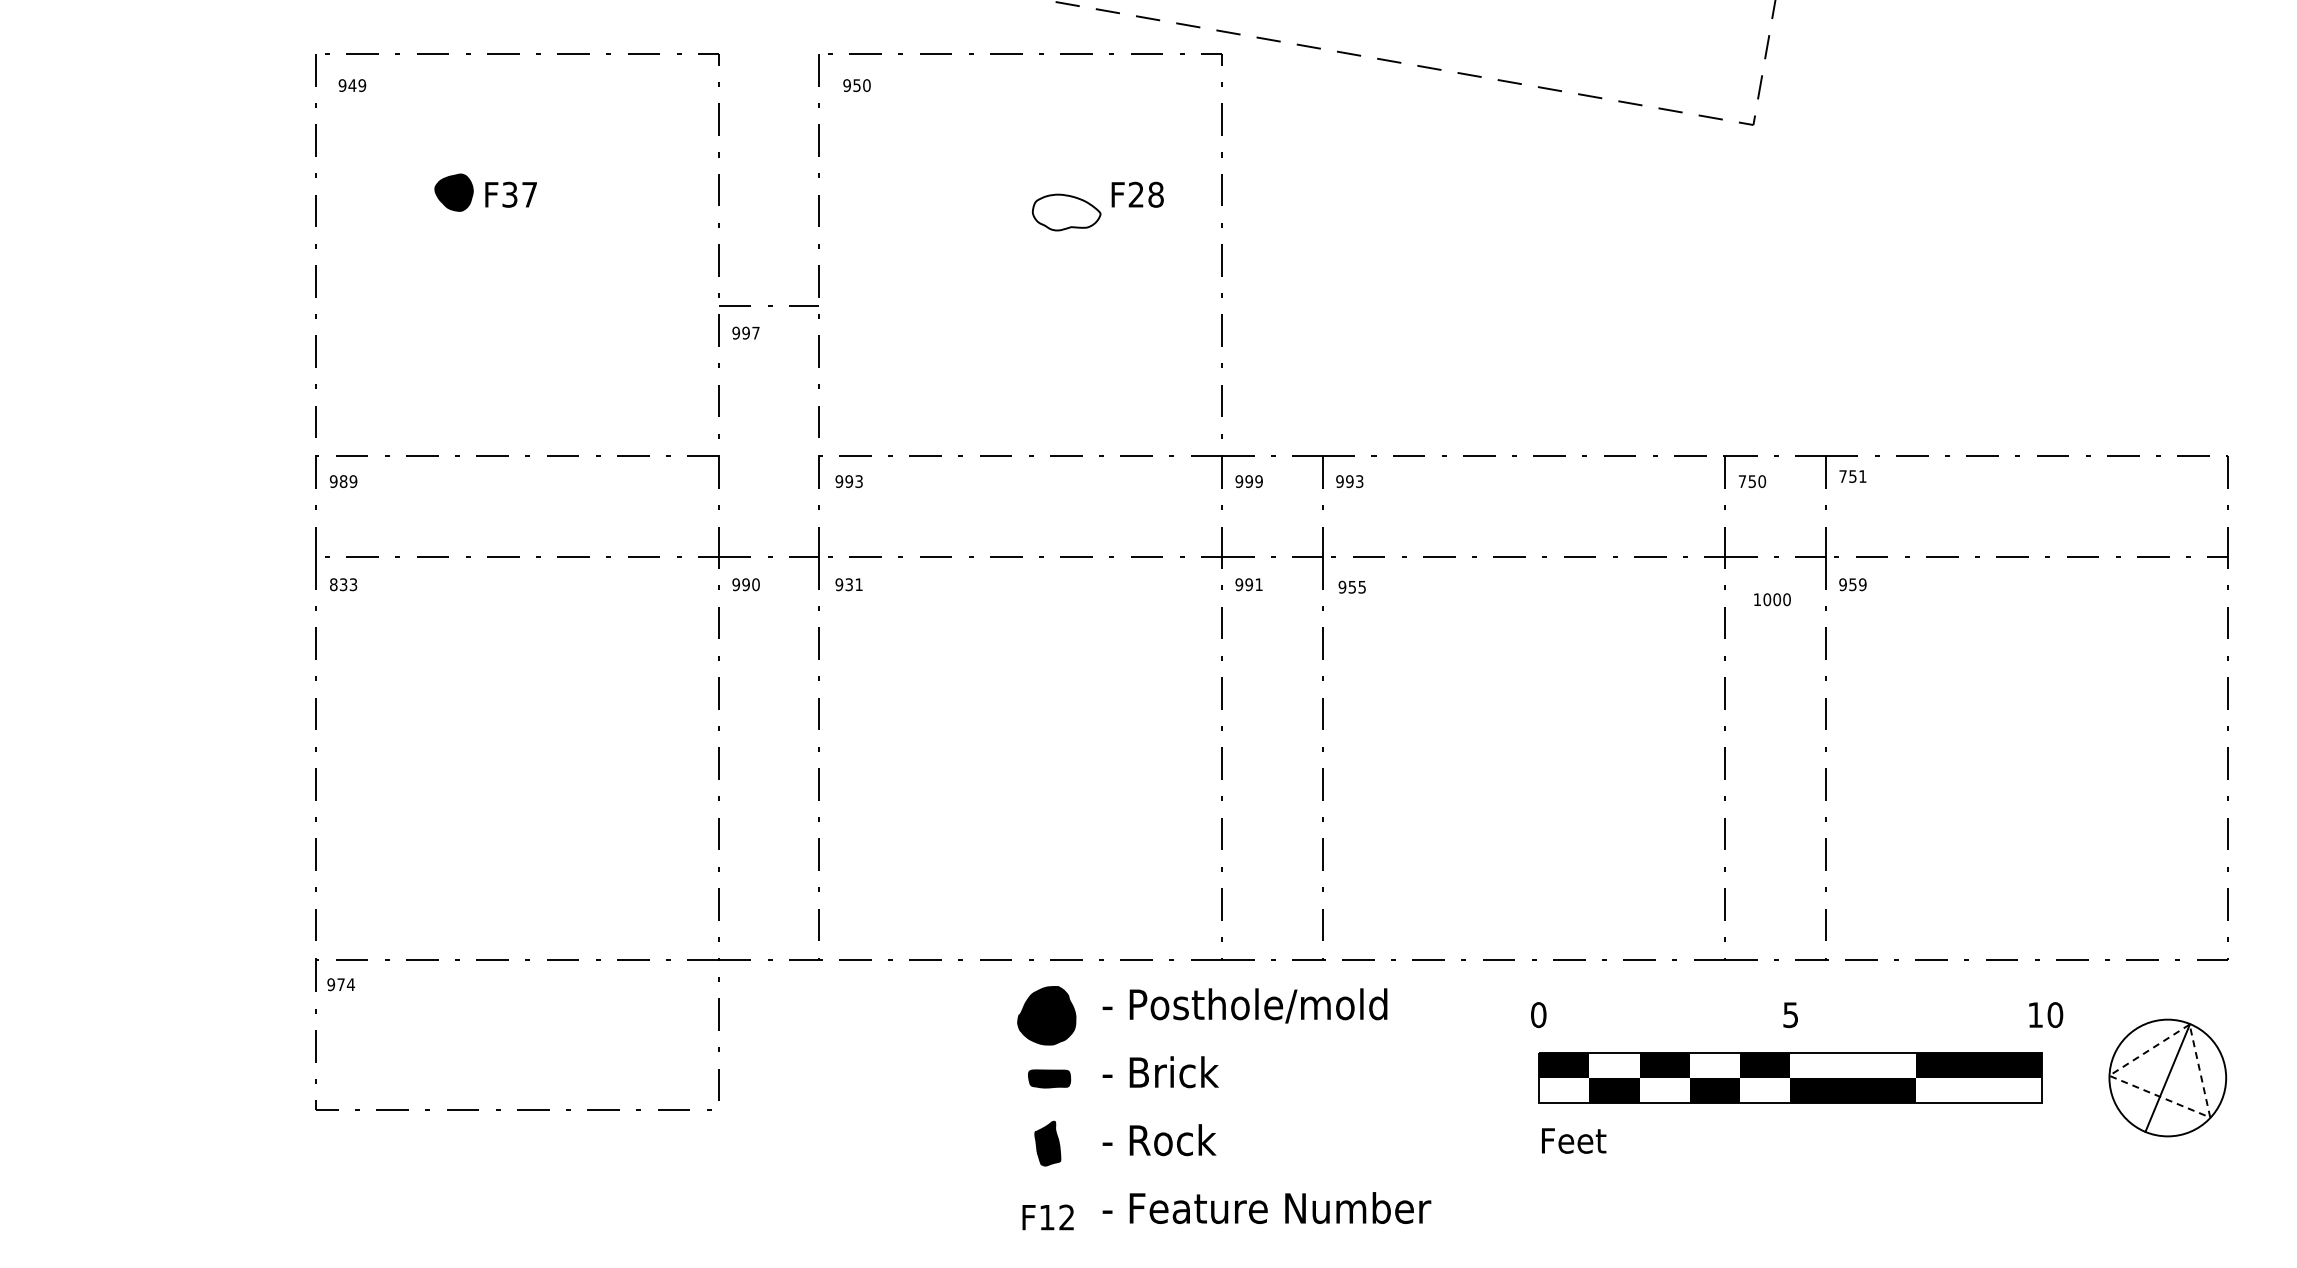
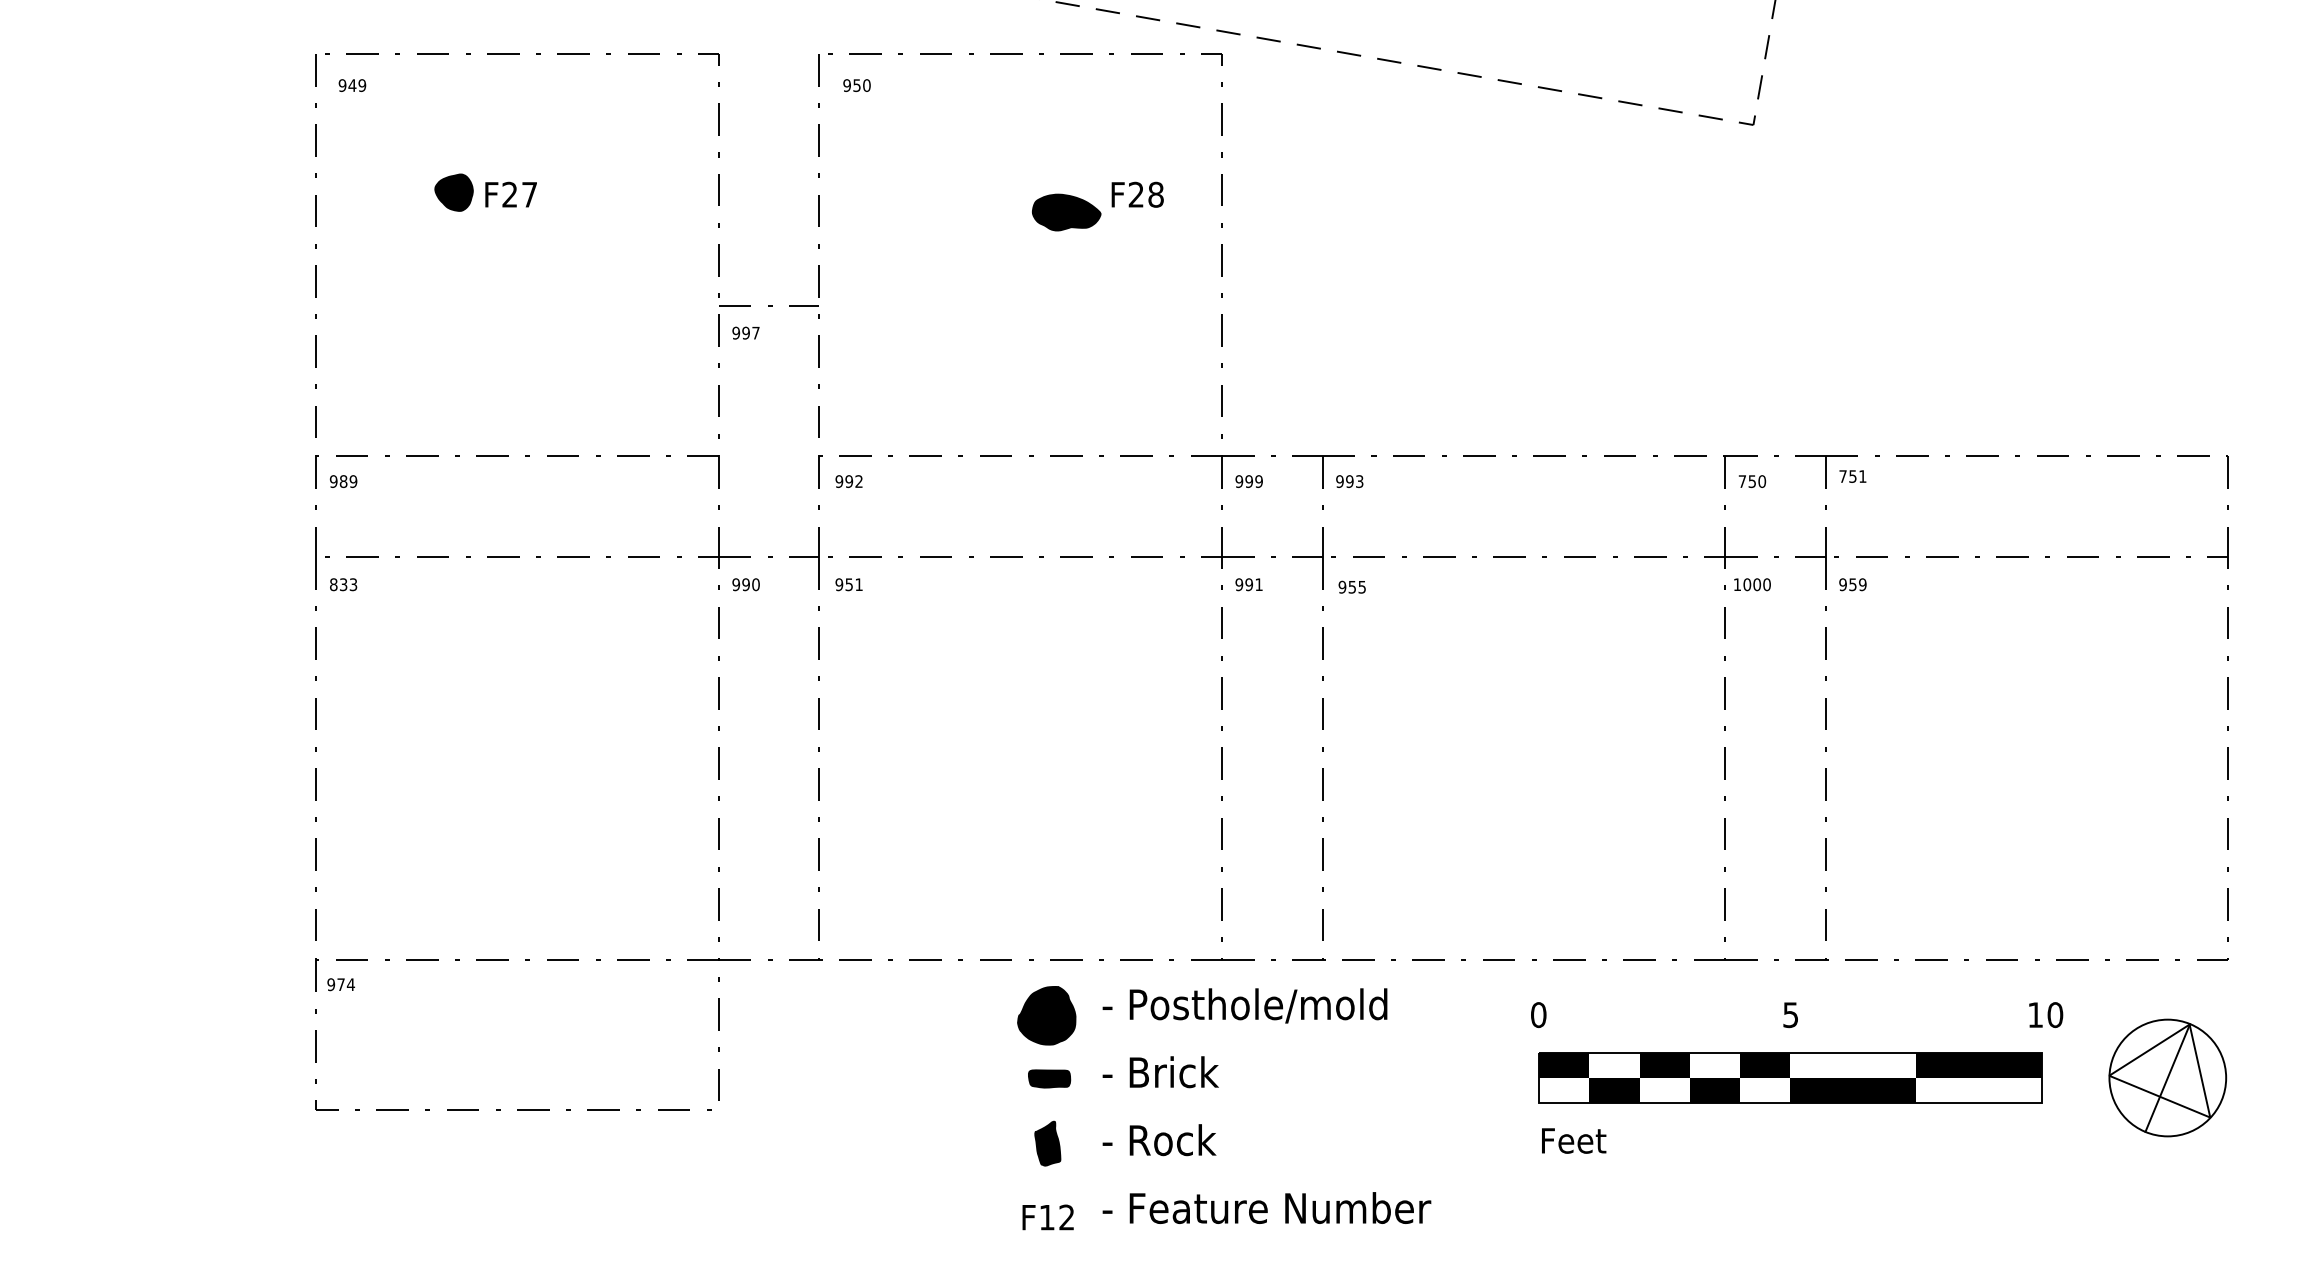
text at (509, 194): F37 -> F27
fill at (1066, 212): none -> present
text at (858, 482): 993 -> 992
text at (848, 584): 931 -> 951
text at (1772, 599) position: (1772, 599) -> (1752, 584)
line at (2159, 1096): dashed -> solid
